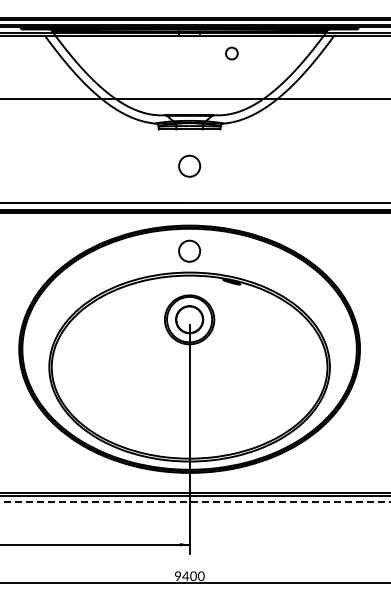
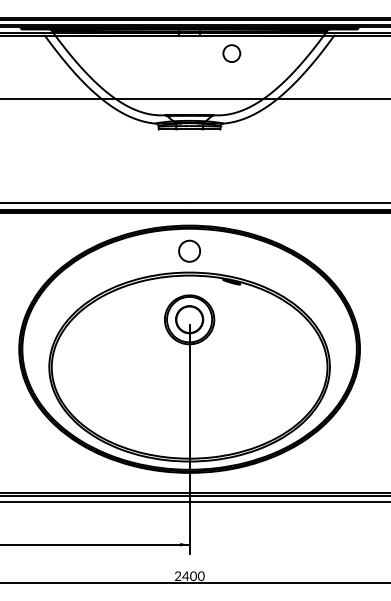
part at (231, 53) size: 14x15 px -> 20x19 px
circle at (189, 165): present -> none
line at (195, 501): dashed -> solid
text at (177, 576): 9400 -> 2400
